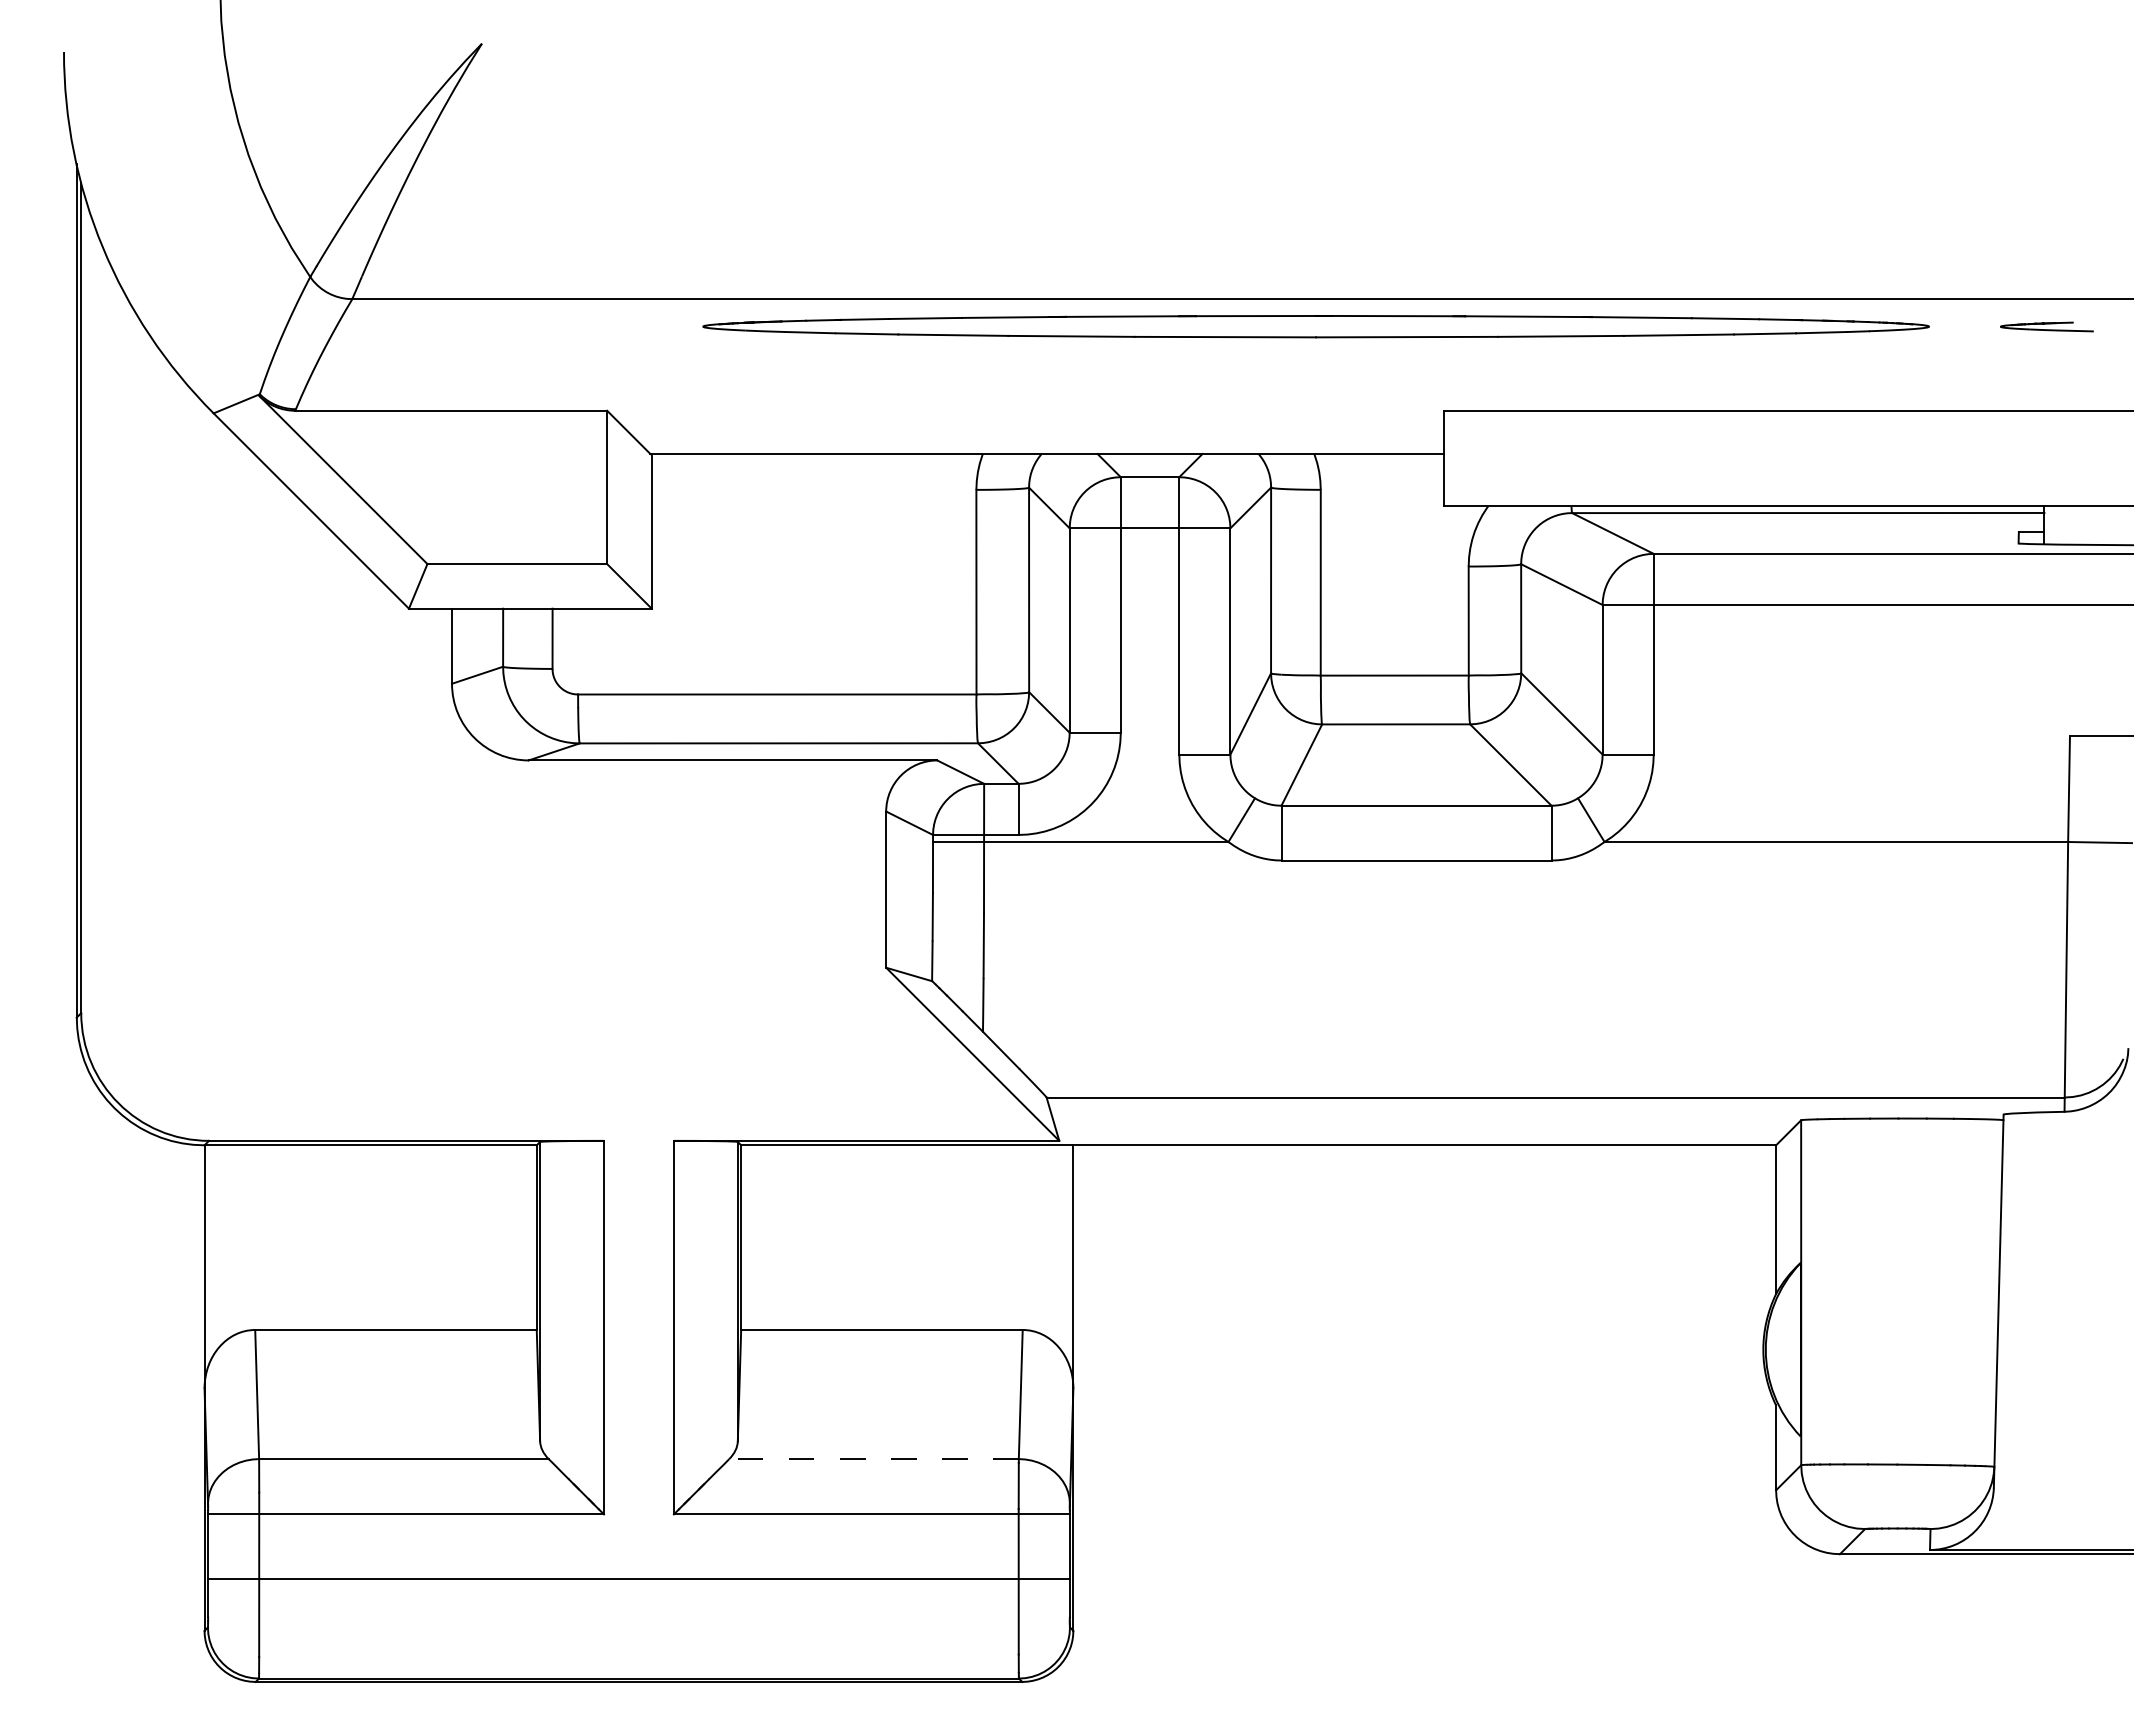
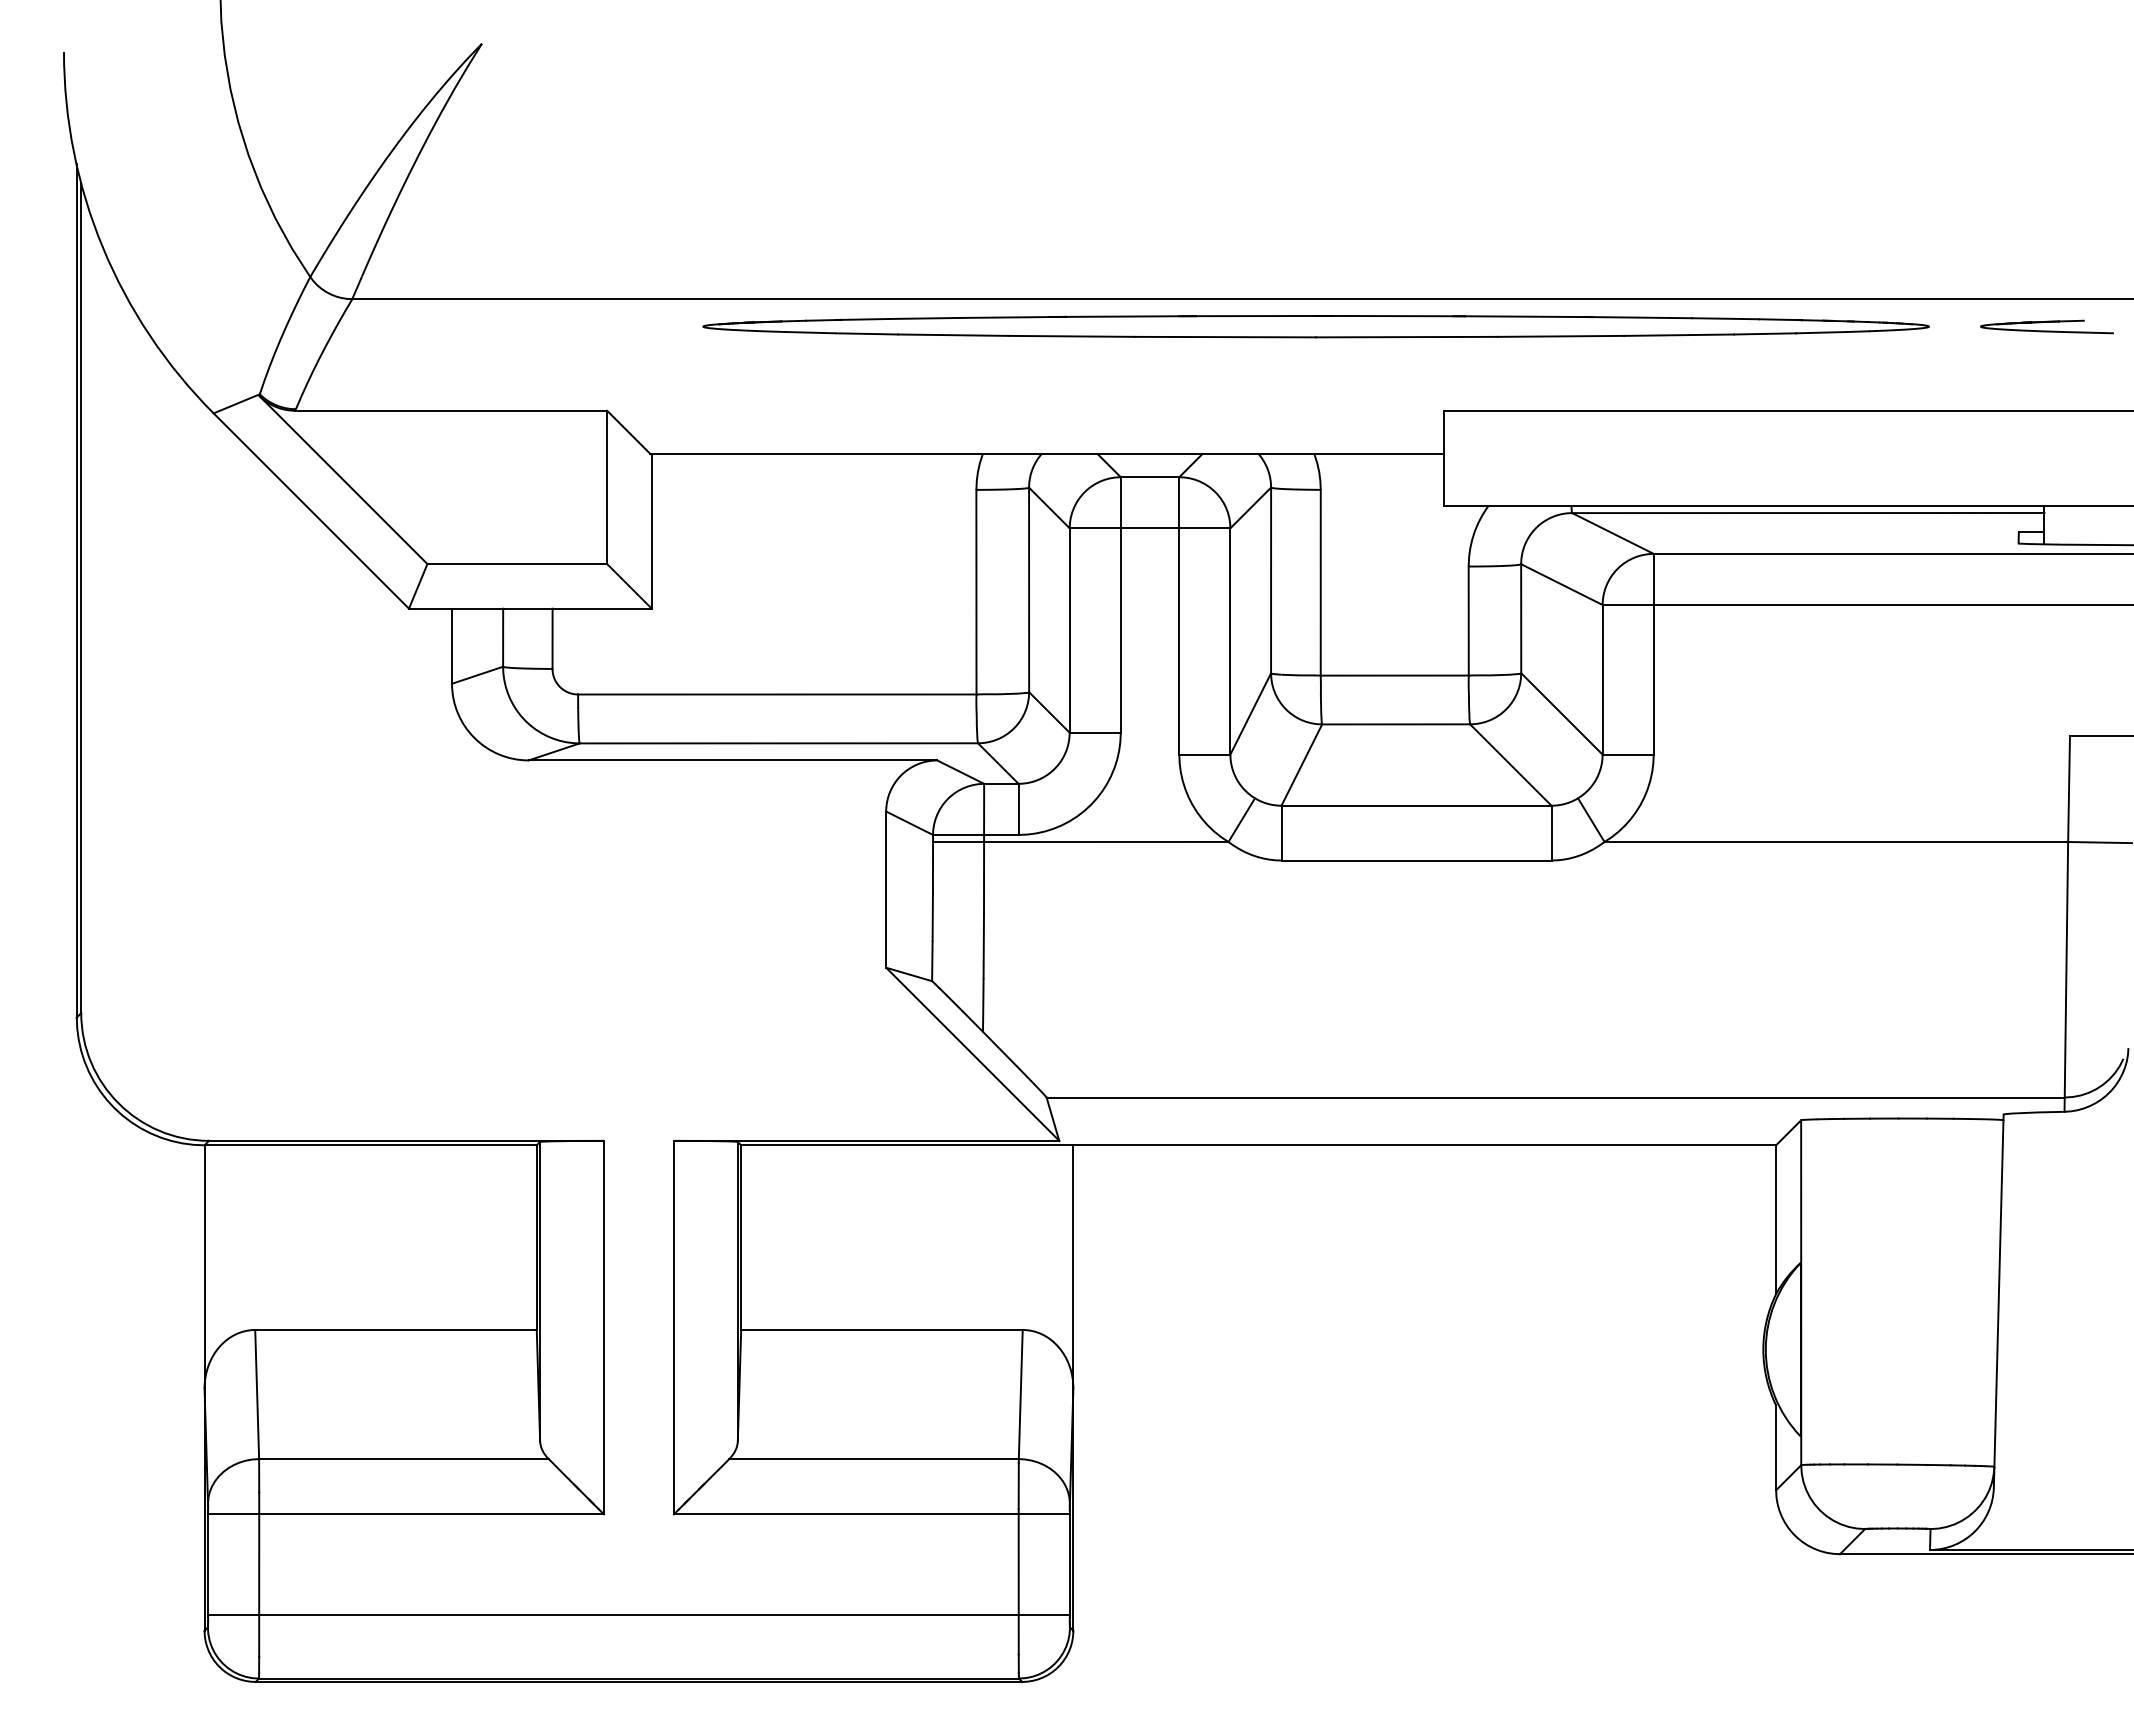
part at (2046, 326) size: 94x12 px -> 134x16 px
line at (874, 1459): dashed -> solid
line at (638, 1578) position: (638, 1578) -> (638, 1614)
